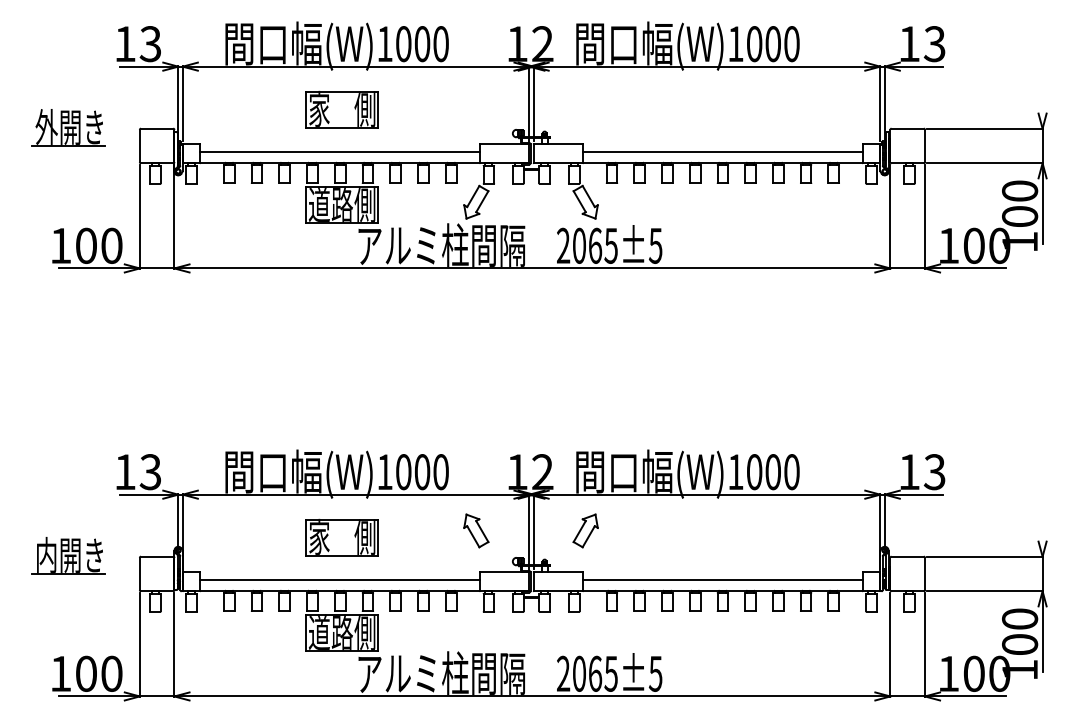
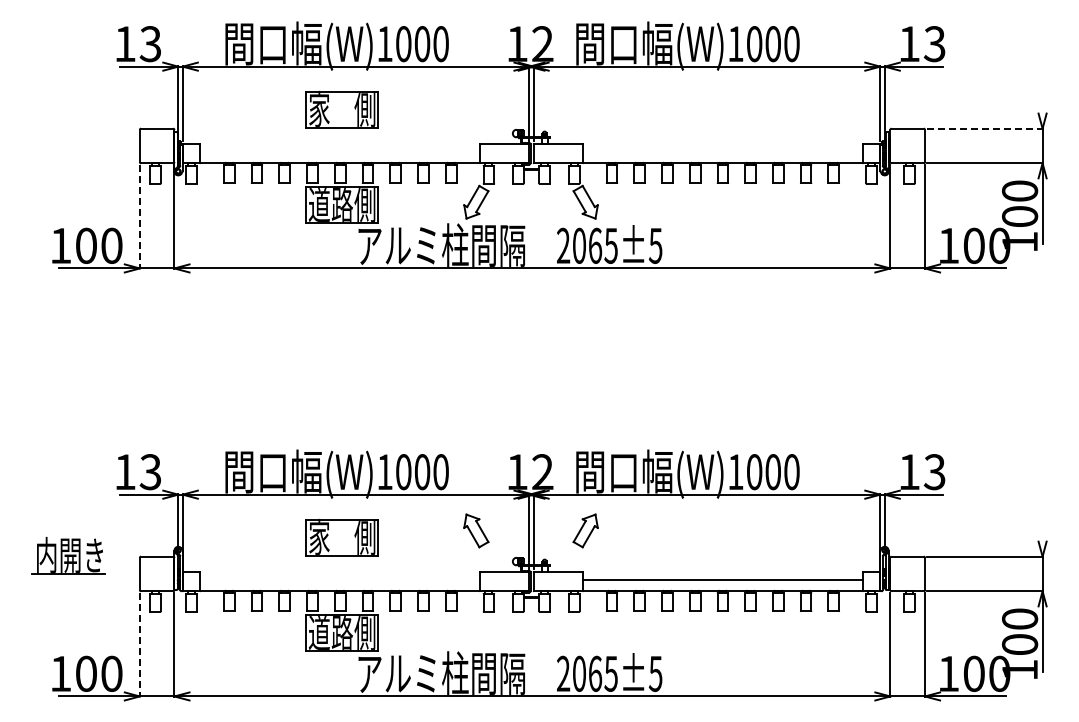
part at (68, 127): present -> none
line at (985, 128): solid -> dashed
line at (340, 152): present -> none
line at (722, 152): present -> none
line at (139, 216): solid -> dashed
line at (340, 580): present -> none
line at (139, 644): solid -> dashed
